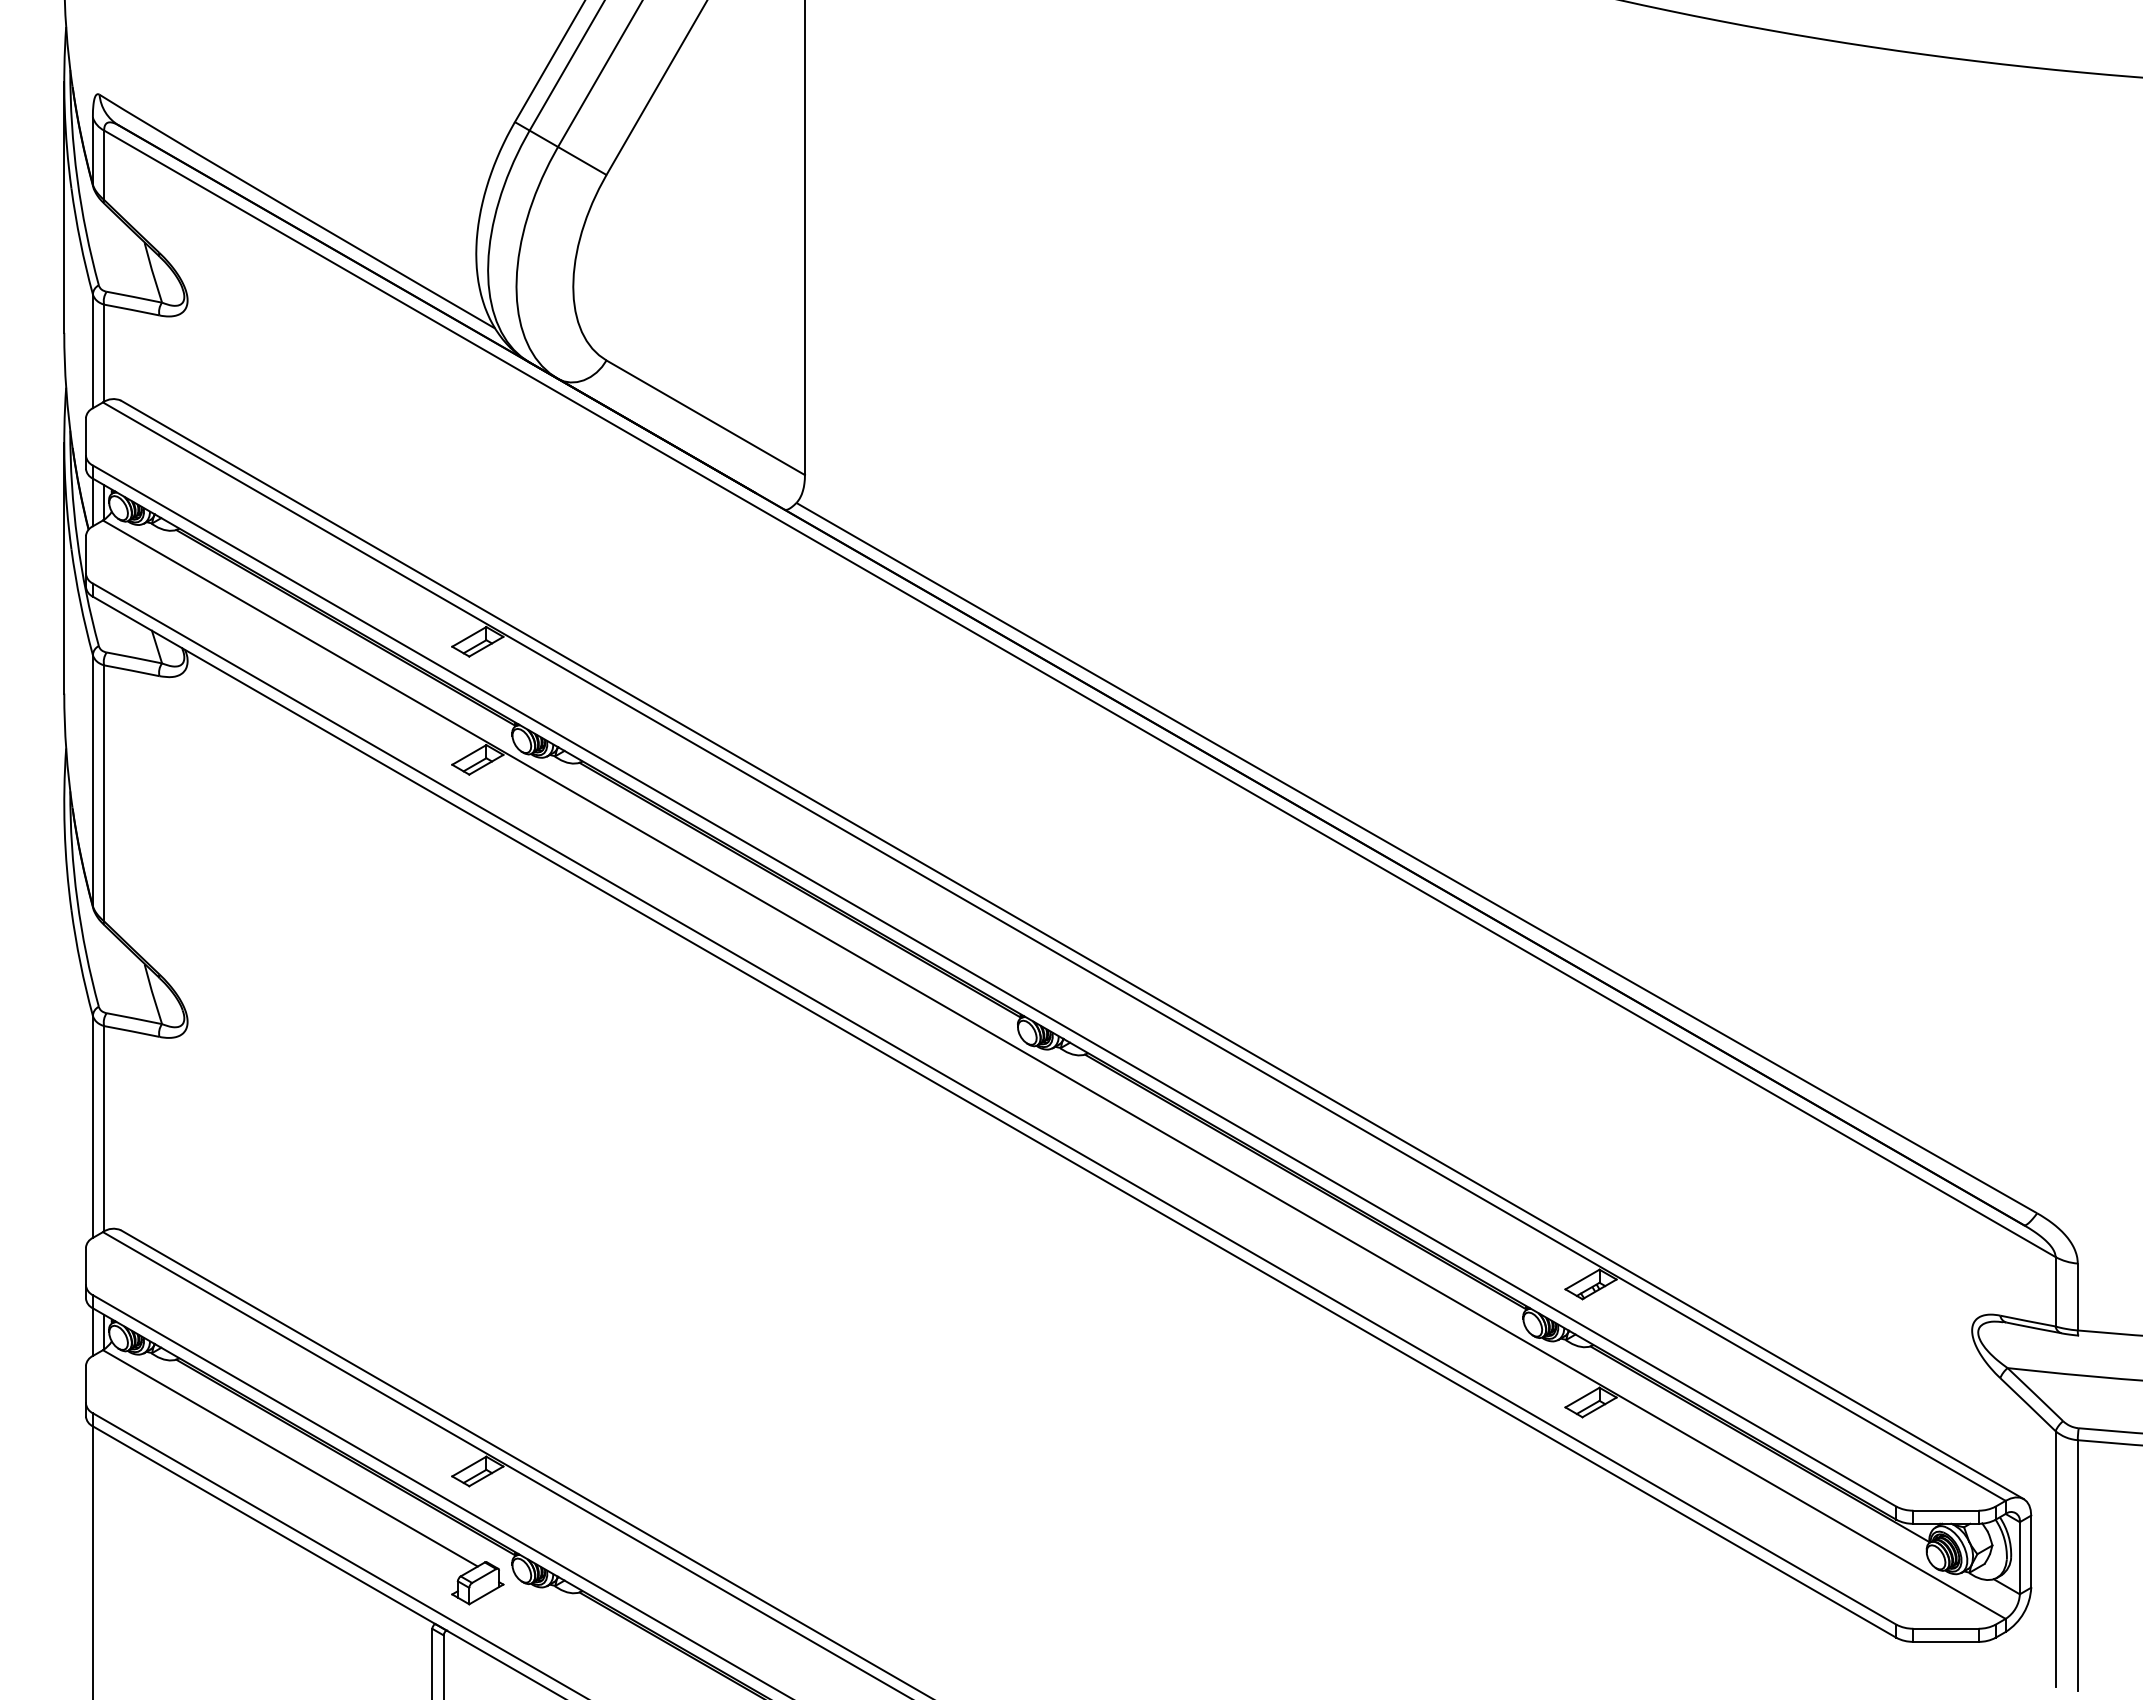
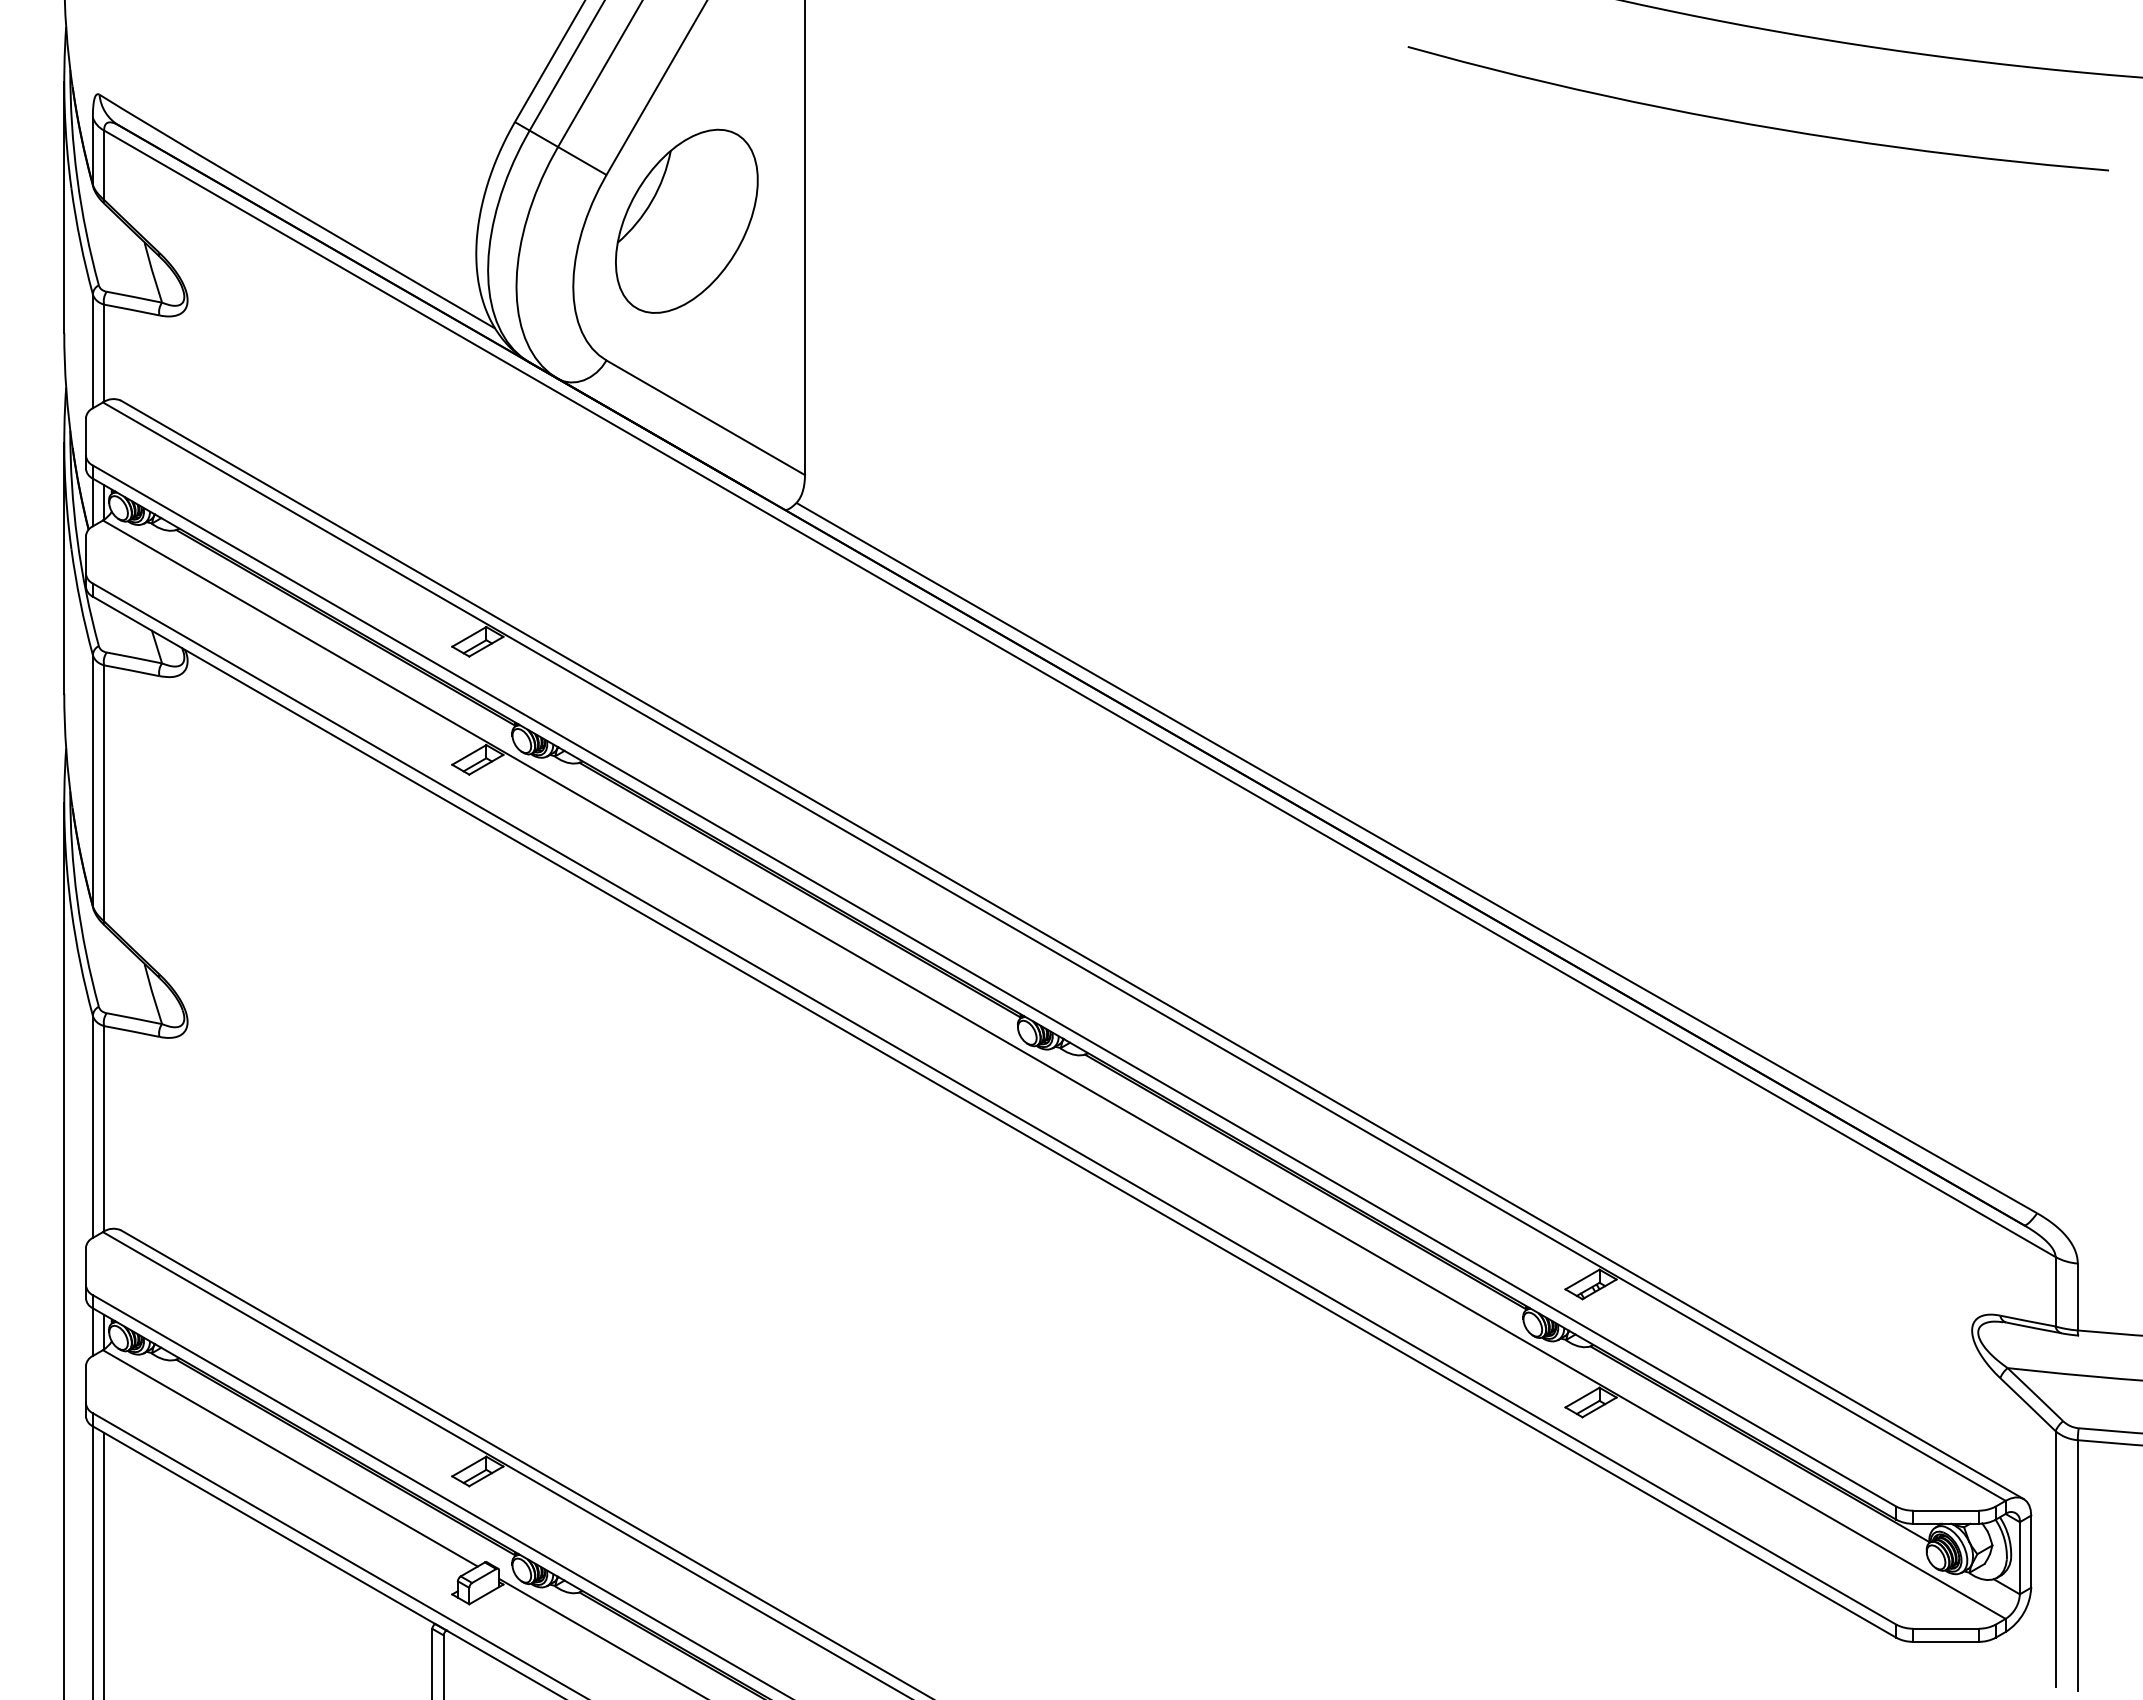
curve at (1752, 123): none -> present
part at (686, 220): none -> present
line at (64, 1249): none -> present
line at (104, 1564): none -> present
line at (601, 1637): none -> present
